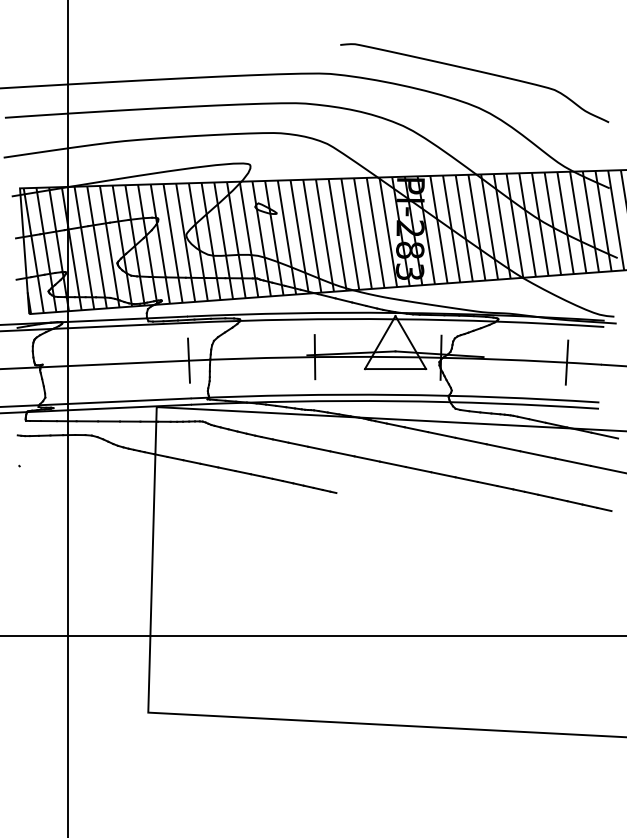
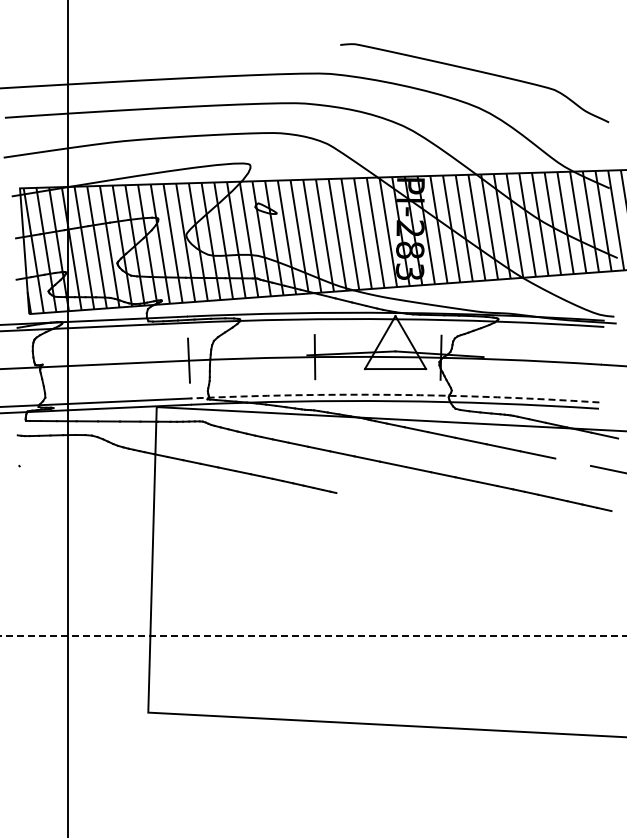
line at (566, 362): present -> none
arc at (395, 394): solid -> dashed
line at (572, 461): present -> none
line at (313, 636): solid -> dashed
